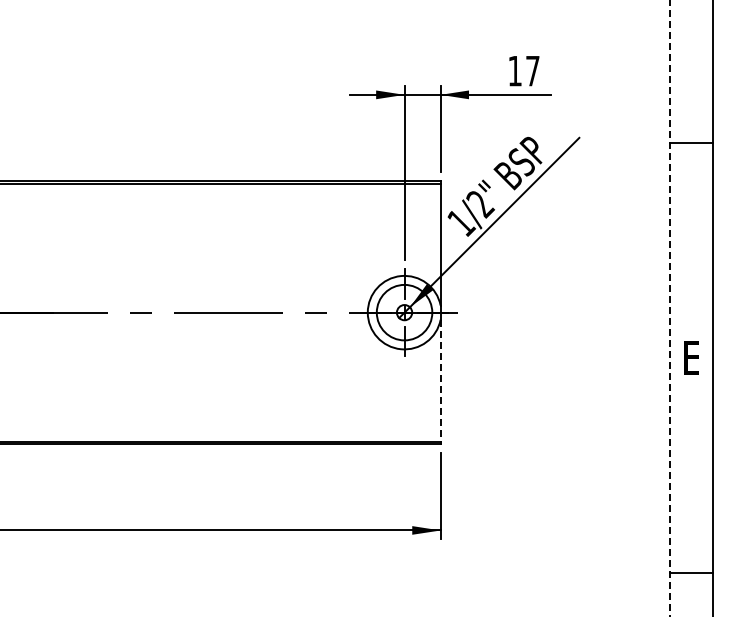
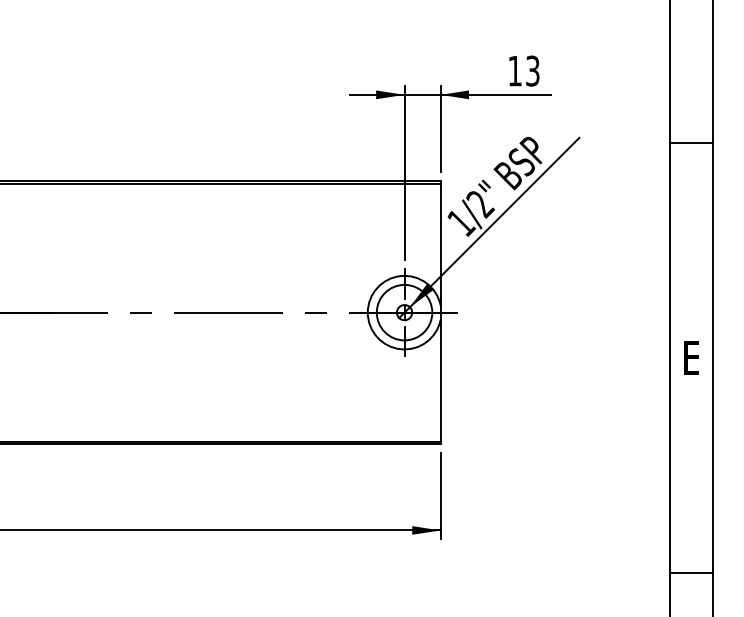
text at (532, 70): 17 -> 13
line at (669, 308): dashed -> solid
line at (440, 380): dashed -> solid
